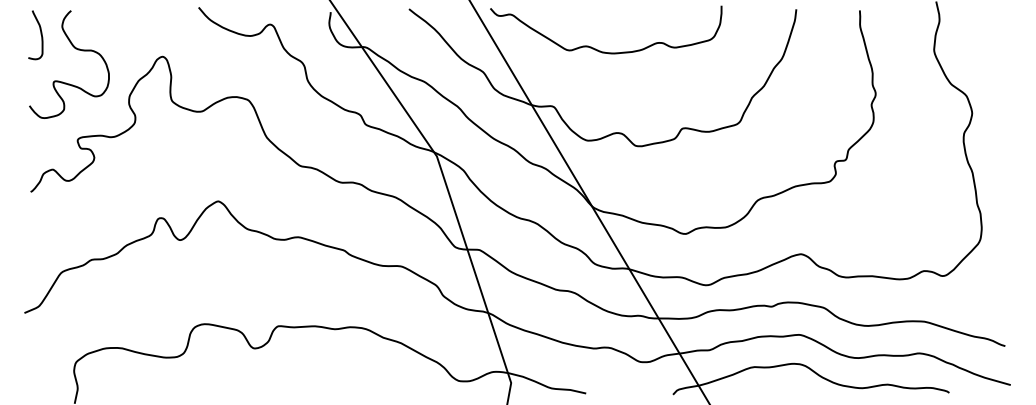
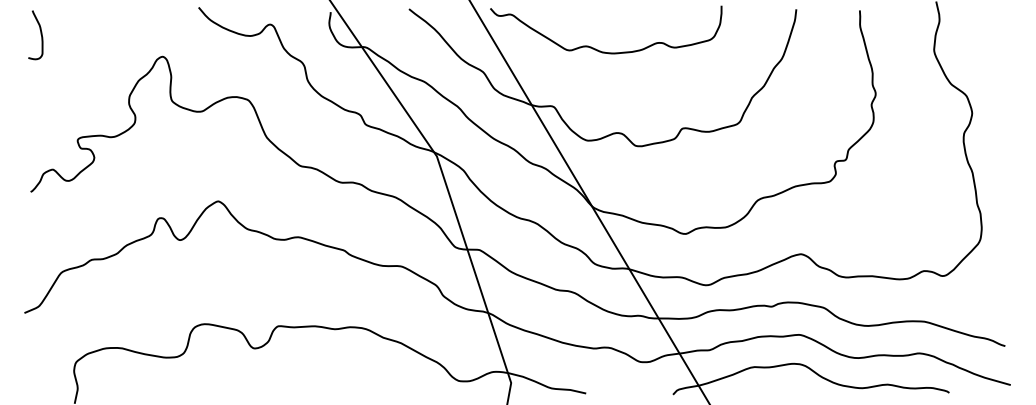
curve at (75, 49): present -> none
